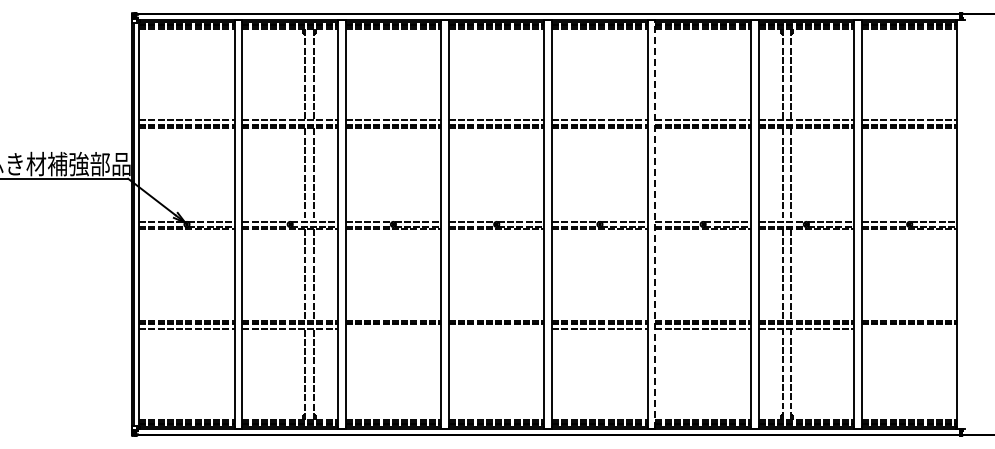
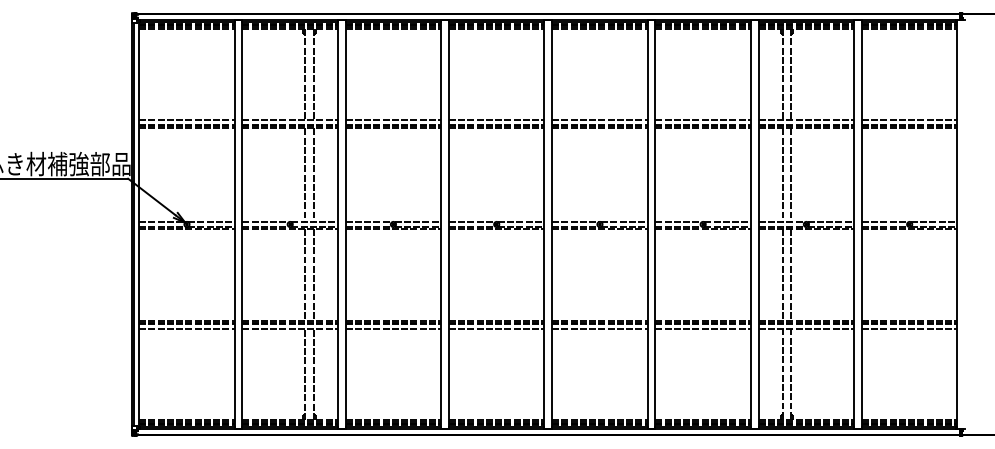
line at (655, 223): dashed -> solid
line at (393, 328): none -> present
line at (496, 328): none -> present
line at (909, 328): none -> present
